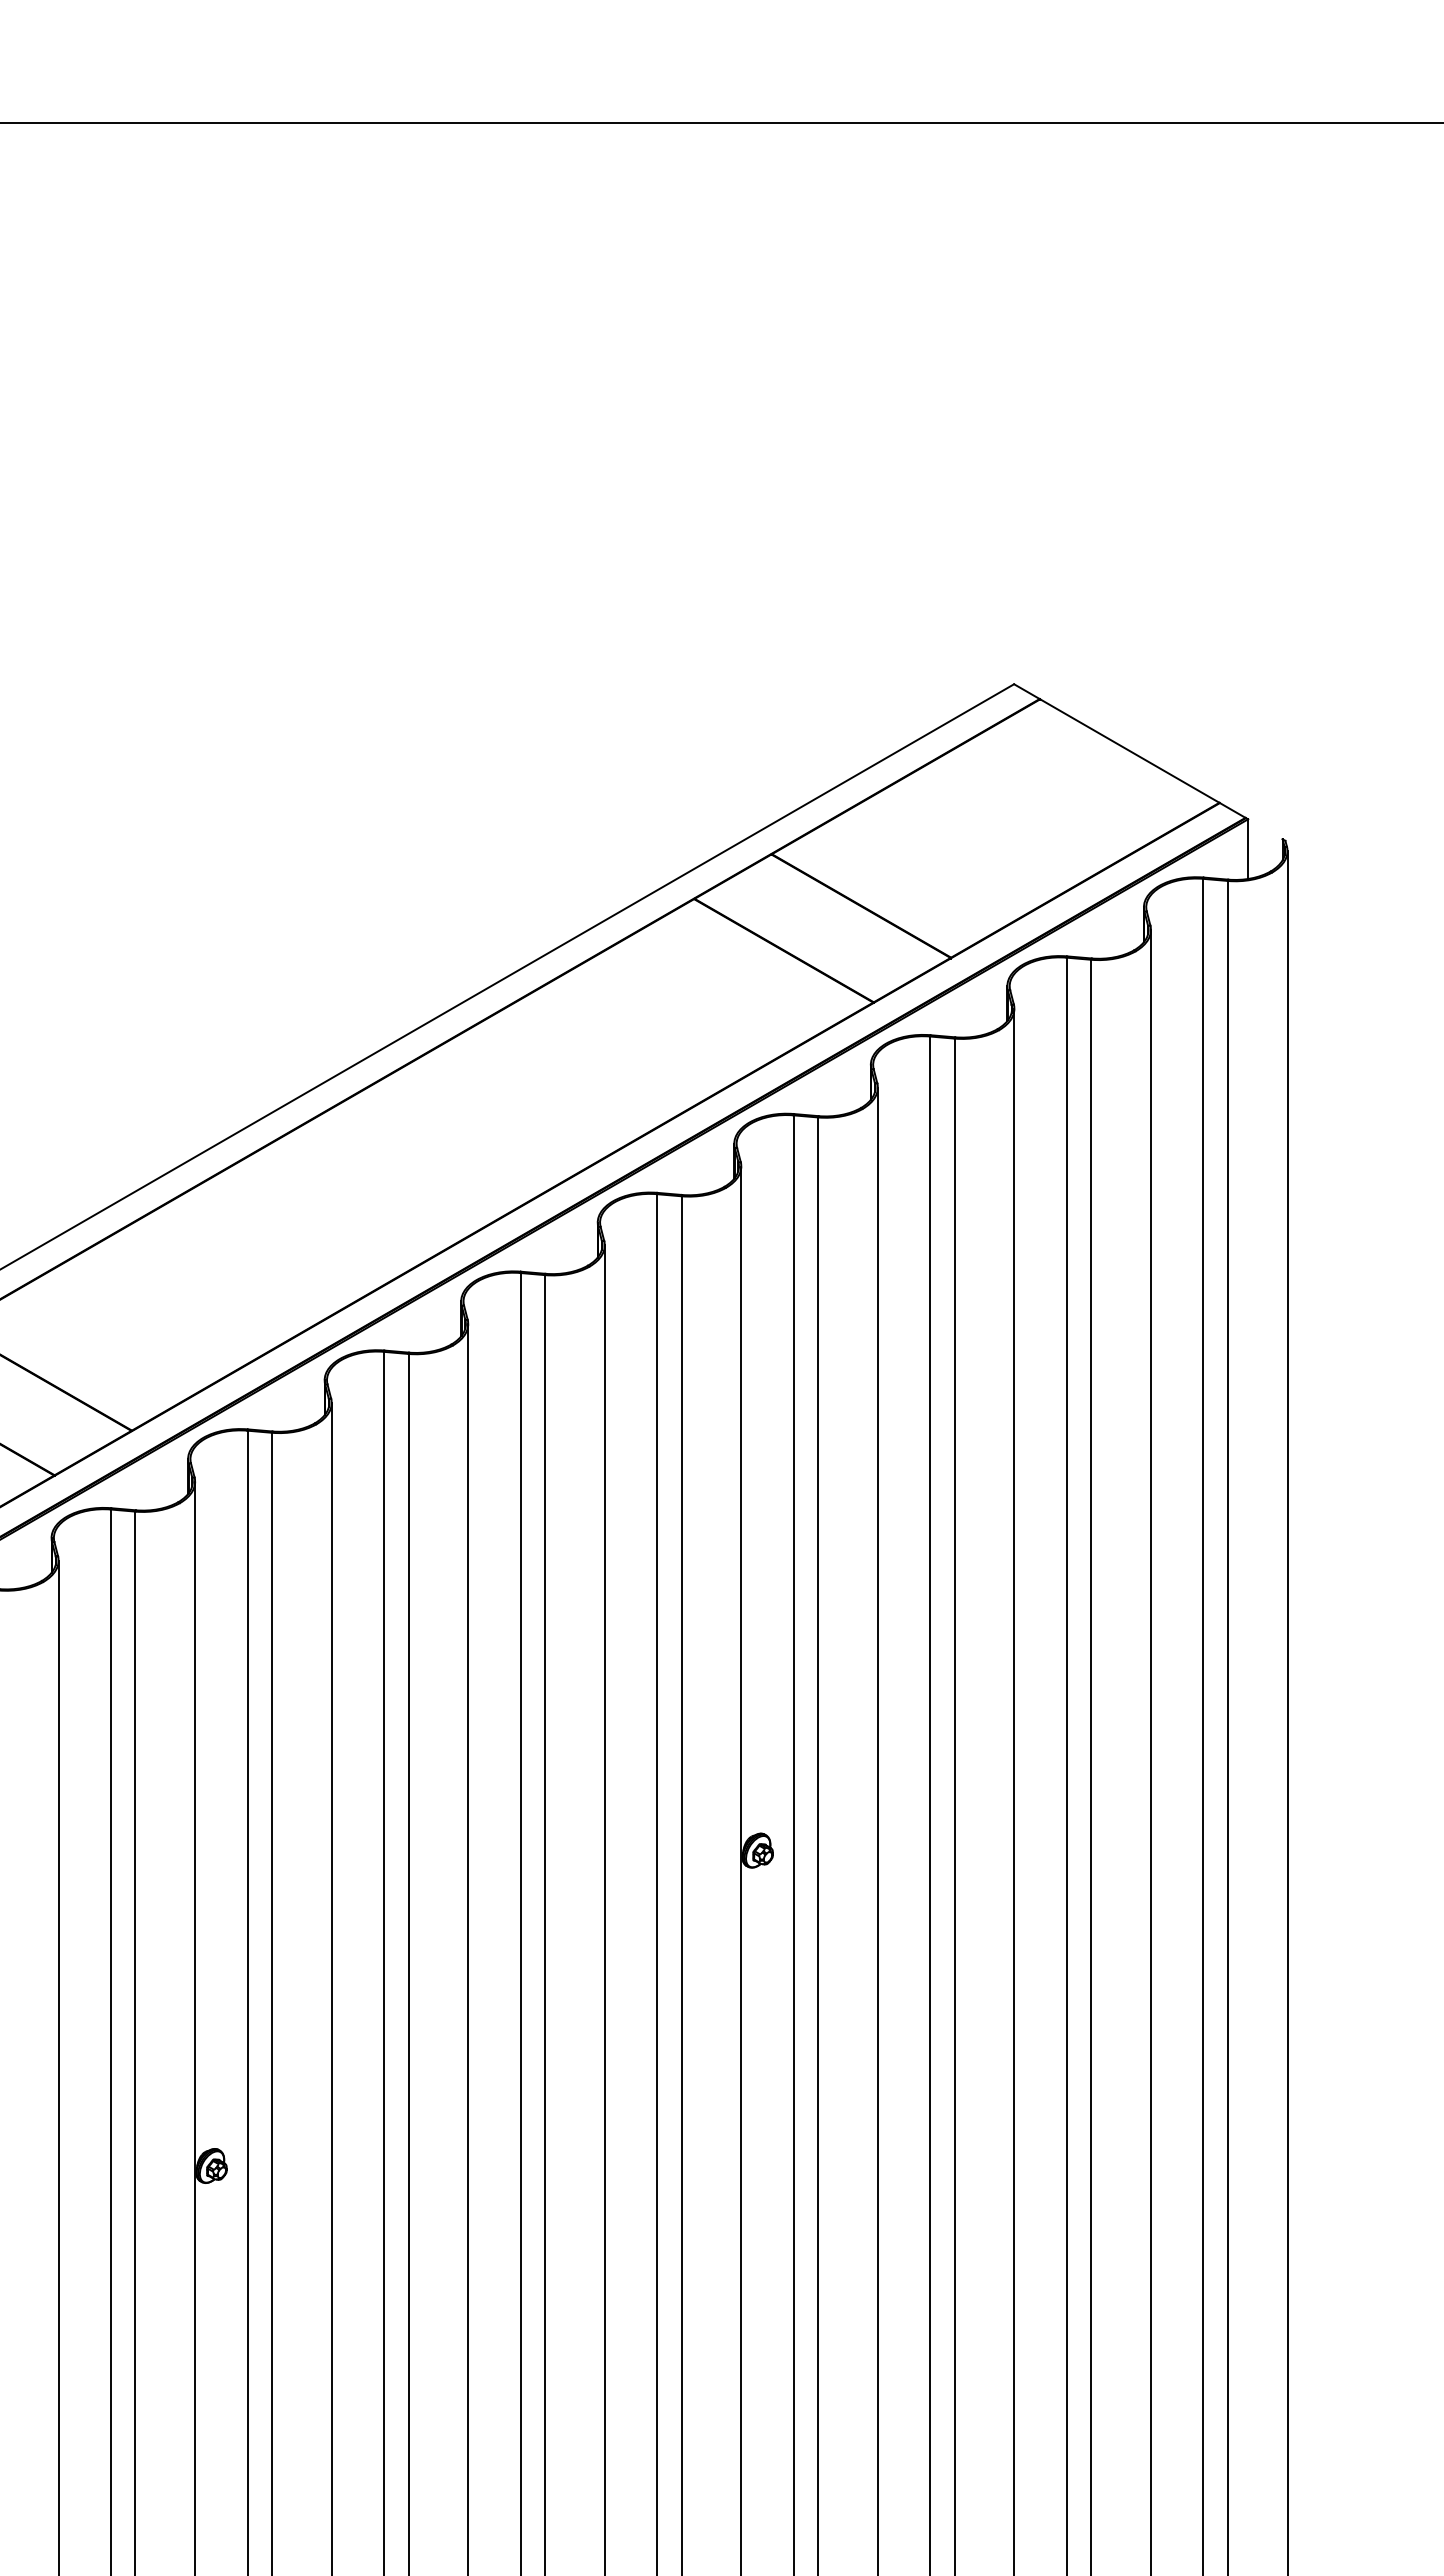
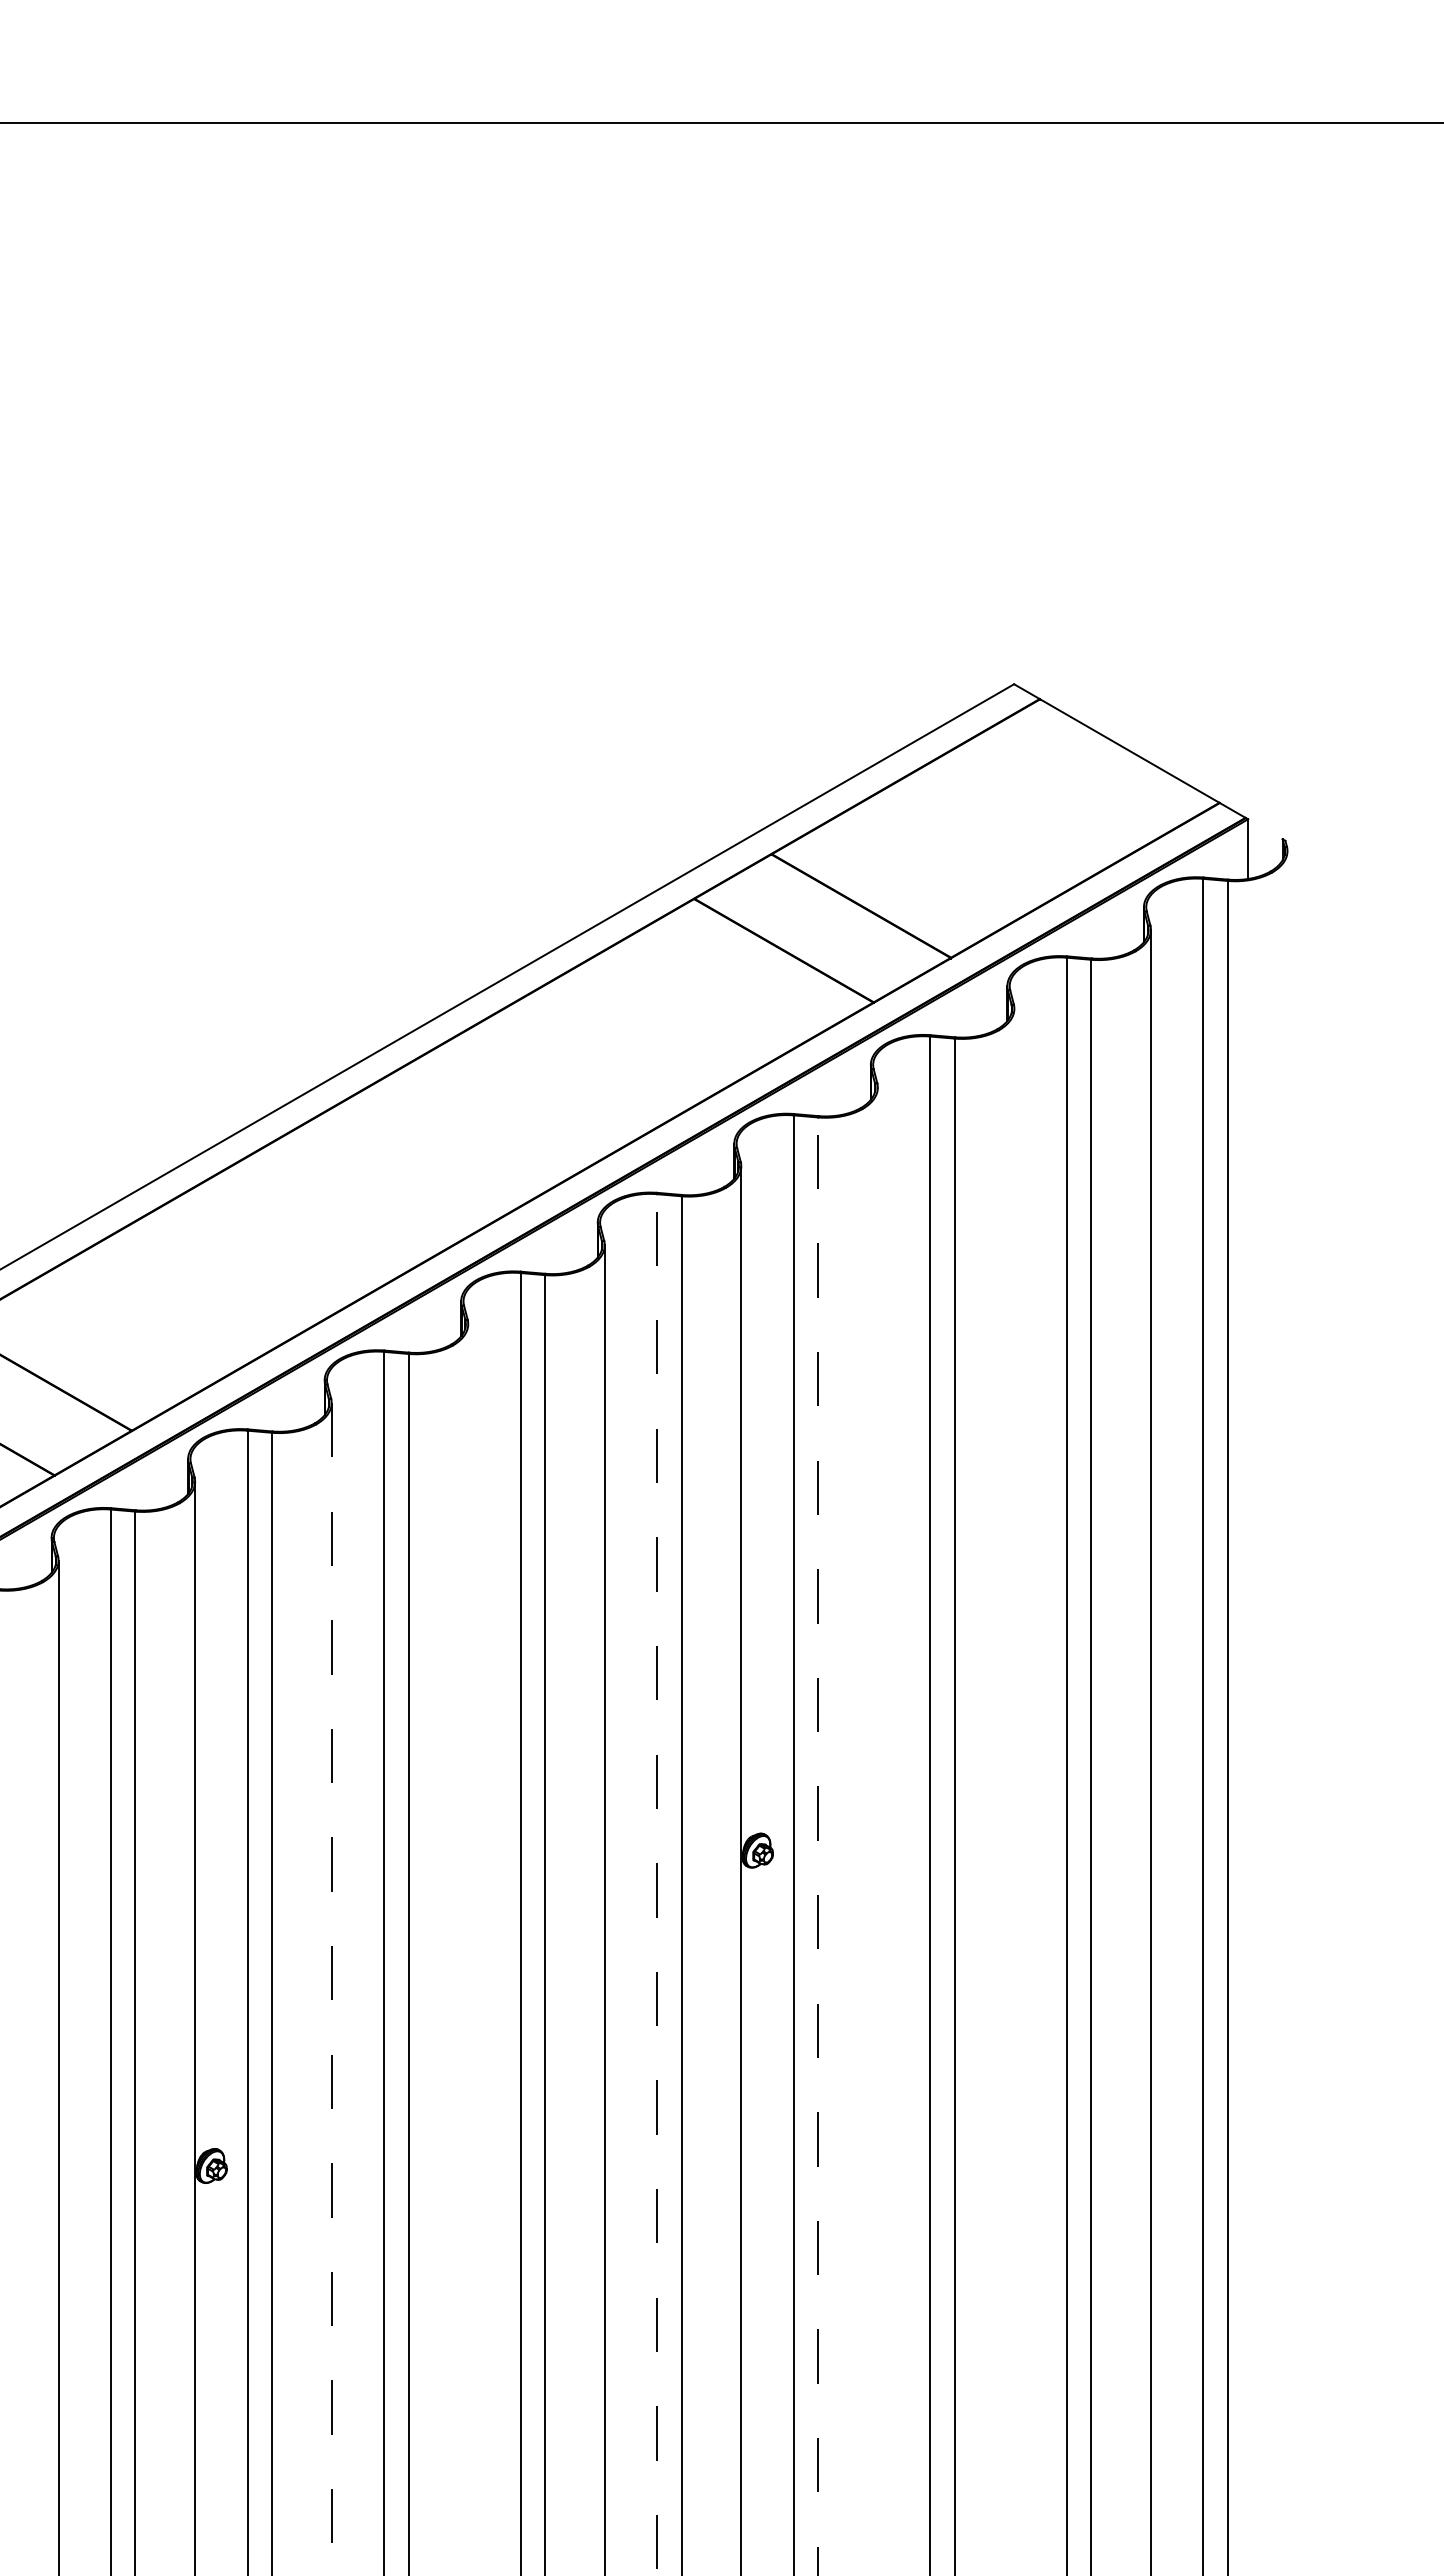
line at (1287, 1711): present -> none
line at (1014, 1790): present -> none
line at (877, 1829): present -> none
line at (818, 1846): solid -> dashed
line at (657, 1885): solid -> dashed
line at (468, 1948): present -> none
line at (331, 1989): solid -> dashed
